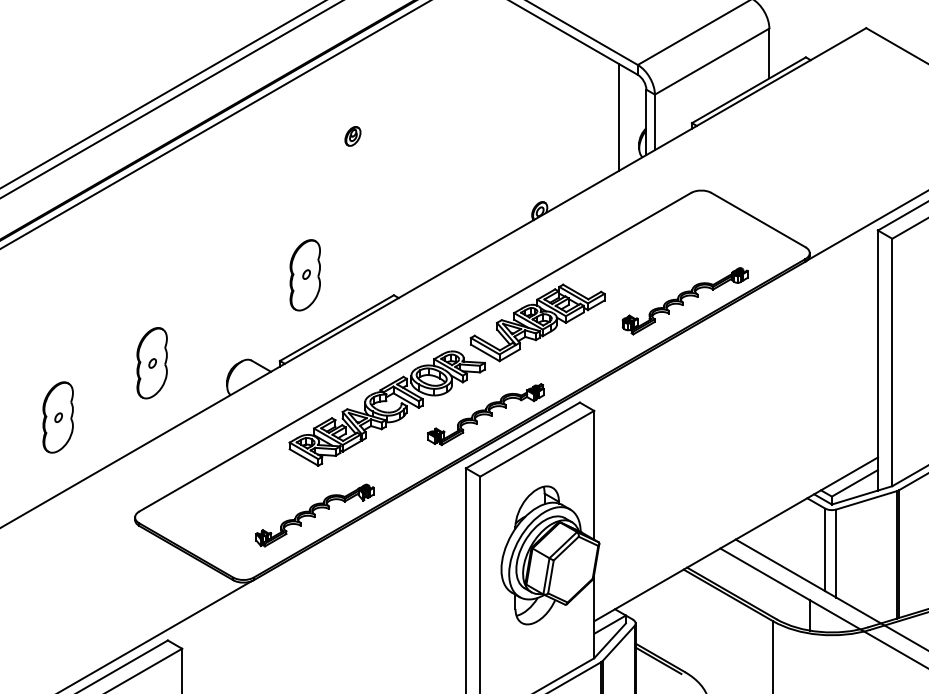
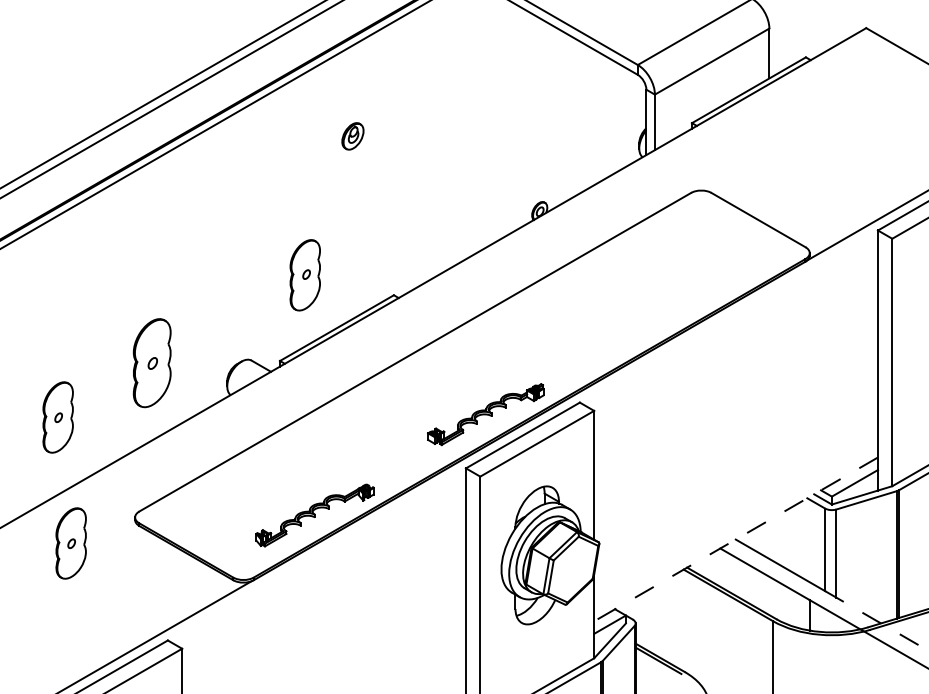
line at (619, 117): present -> none
part at (352, 136) size: 18x21 px -> 24x29 px
part at (684, 301): present -> none
part at (151, 363) size: 32x73 px -> 40x91 px
part at (446, 374): present -> none
line at (736, 539): solid -> dashed
part at (70, 543): none -> present
line at (876, 621): solid -> dashed
